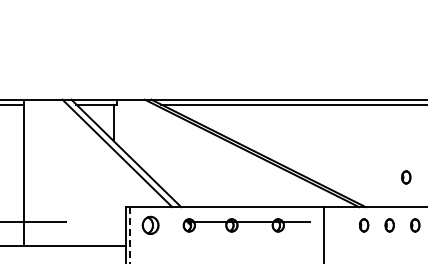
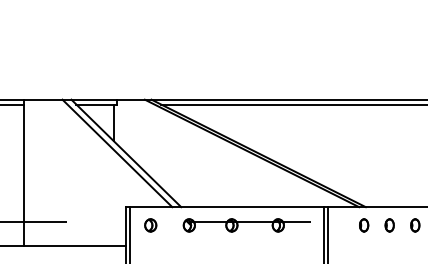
part at (406, 177): present -> none
part at (150, 224) size: 19x20 px -> 14x15 px
line at (327, 233): none -> present
line at (130, 235): dashed -> solid
